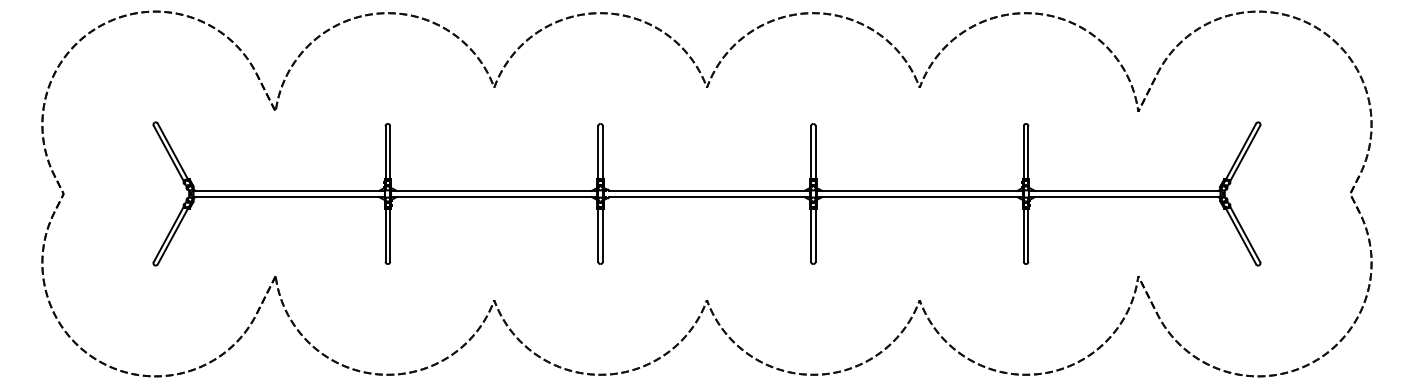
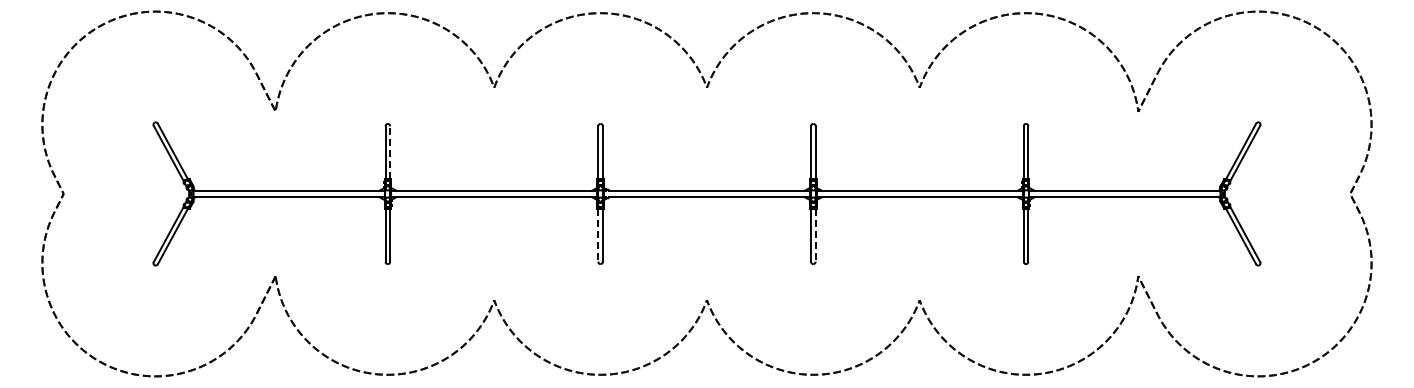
line at (390, 152): solid -> dashed
line at (598, 235): solid -> dashed
line at (815, 235): solid -> dashed
